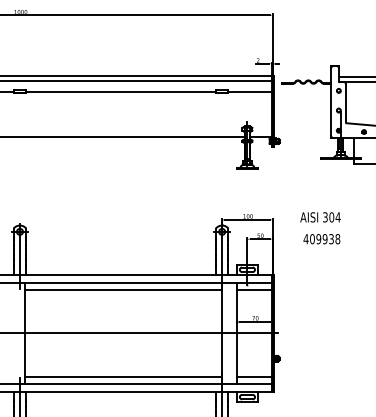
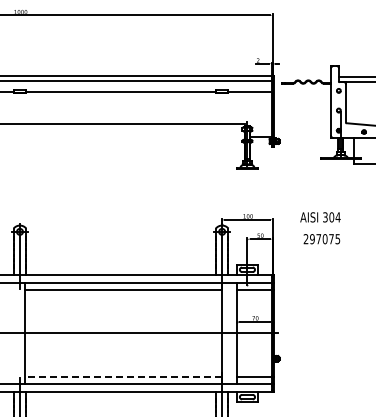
line at (123, 137) position: (123, 137) -> (123, 124)
text at (321, 239): 409938 -> 297075
line at (123, 376): solid -> dashed
